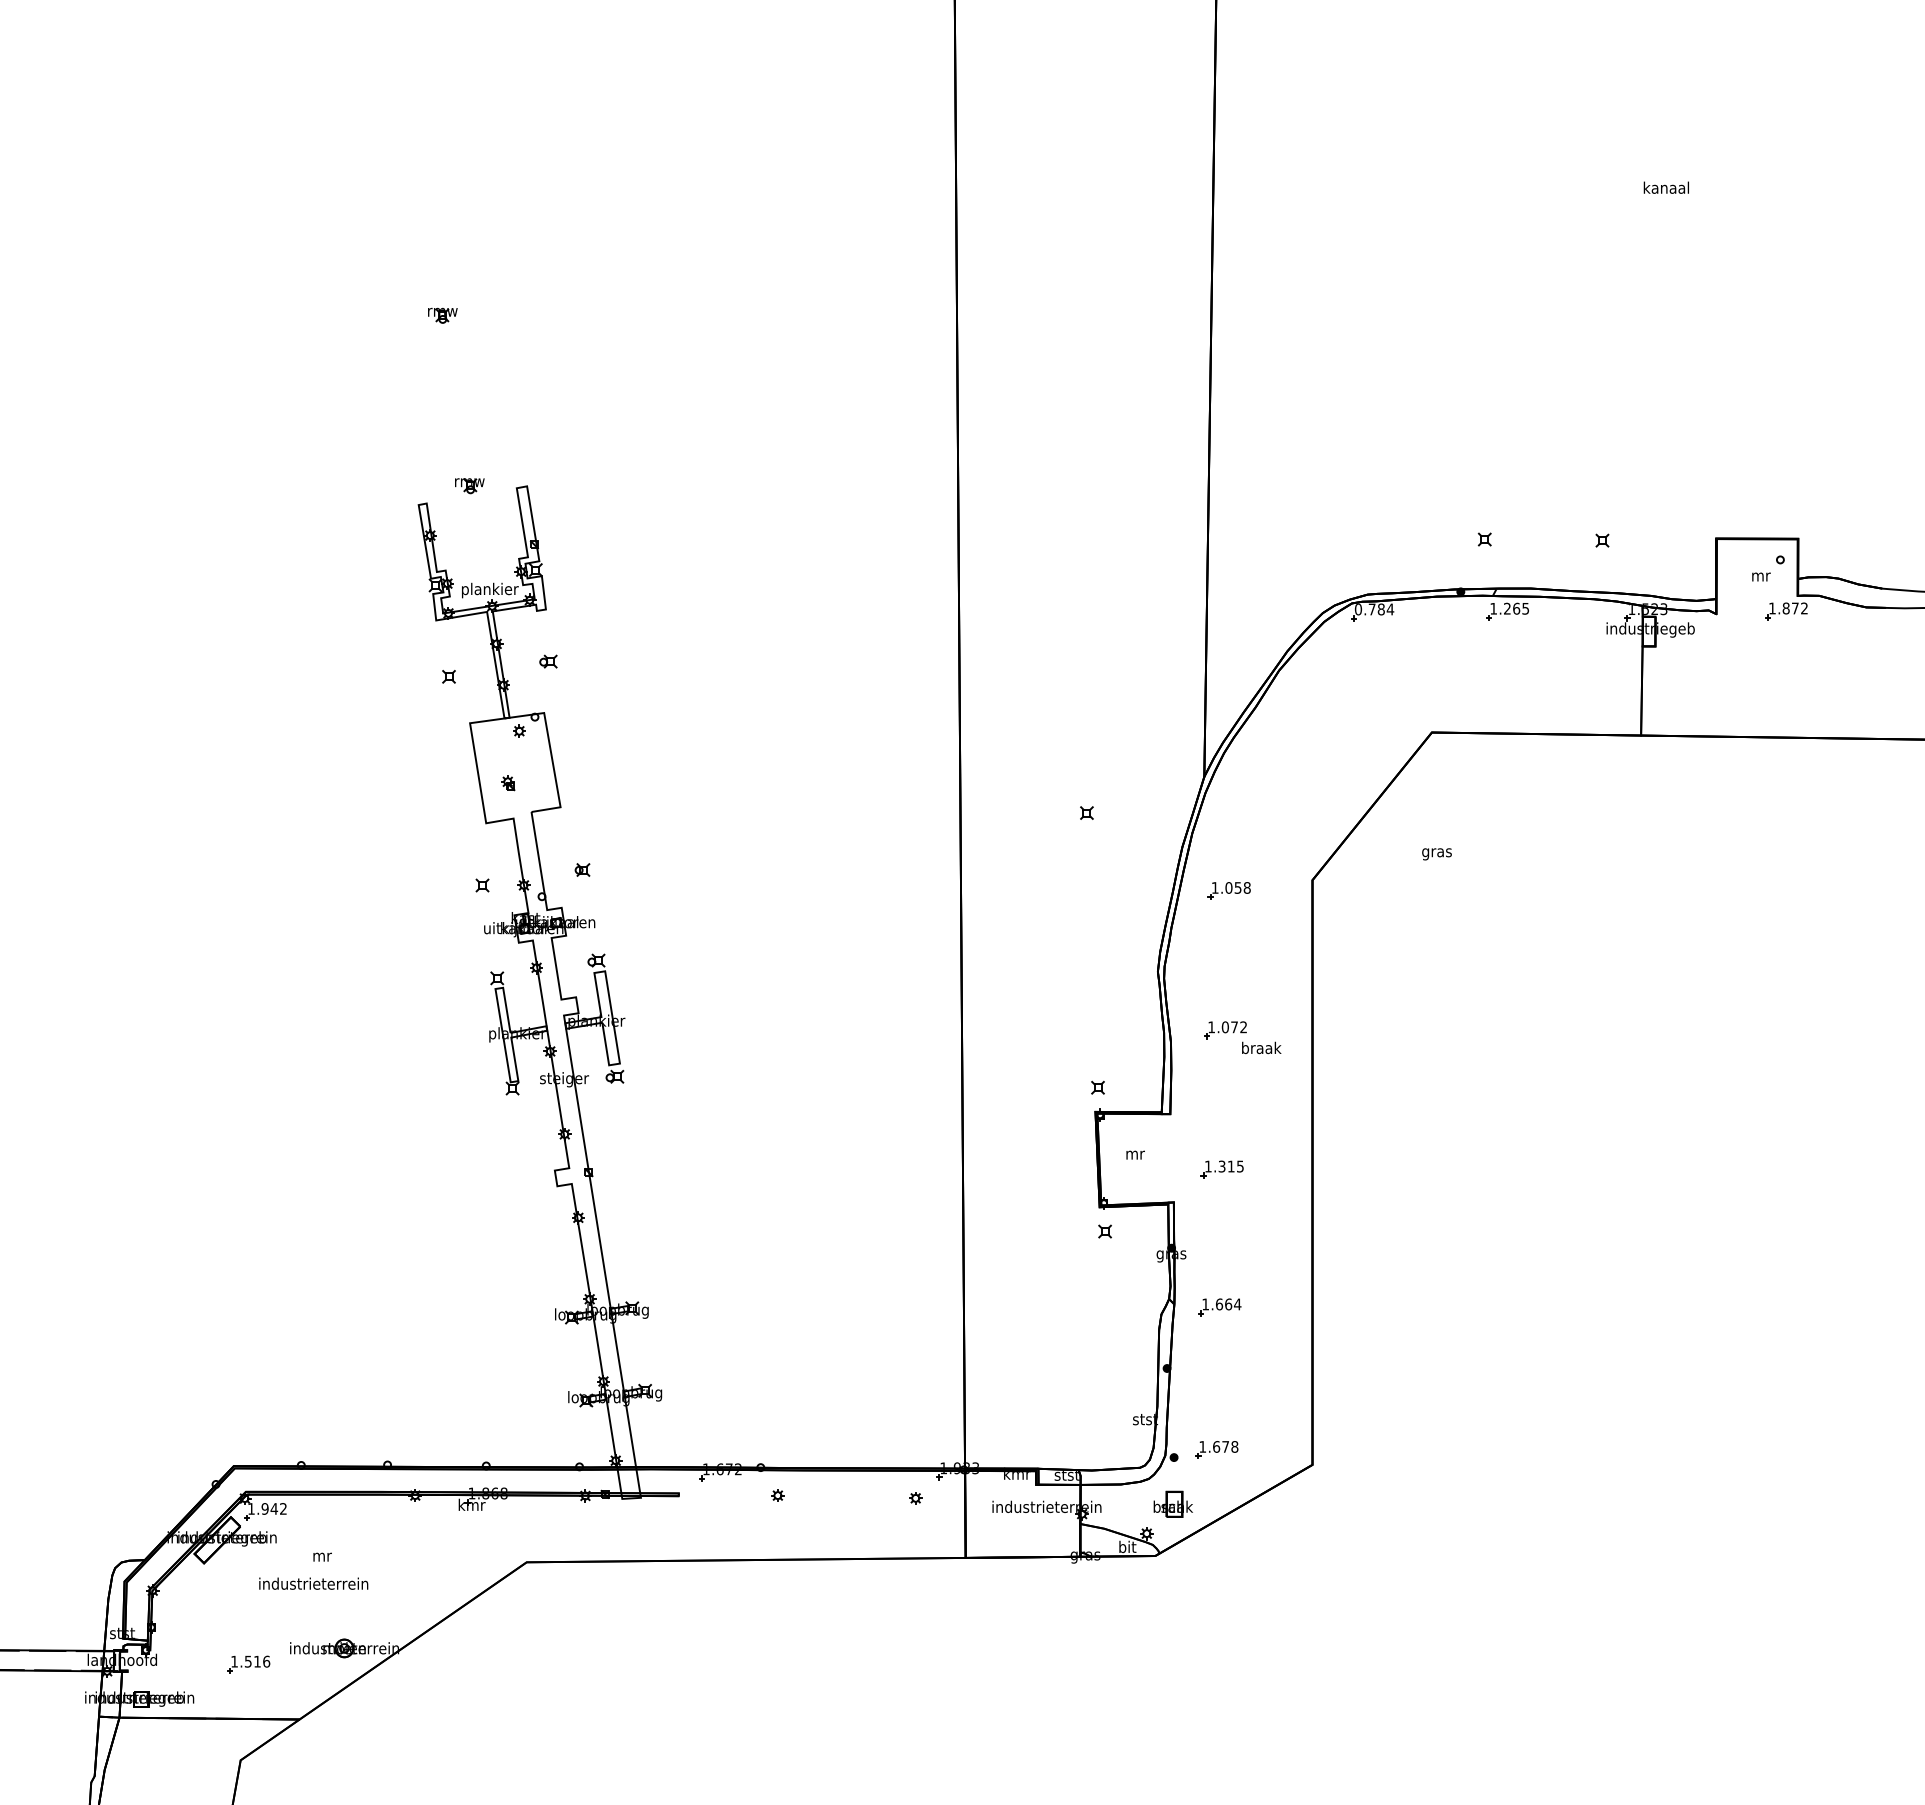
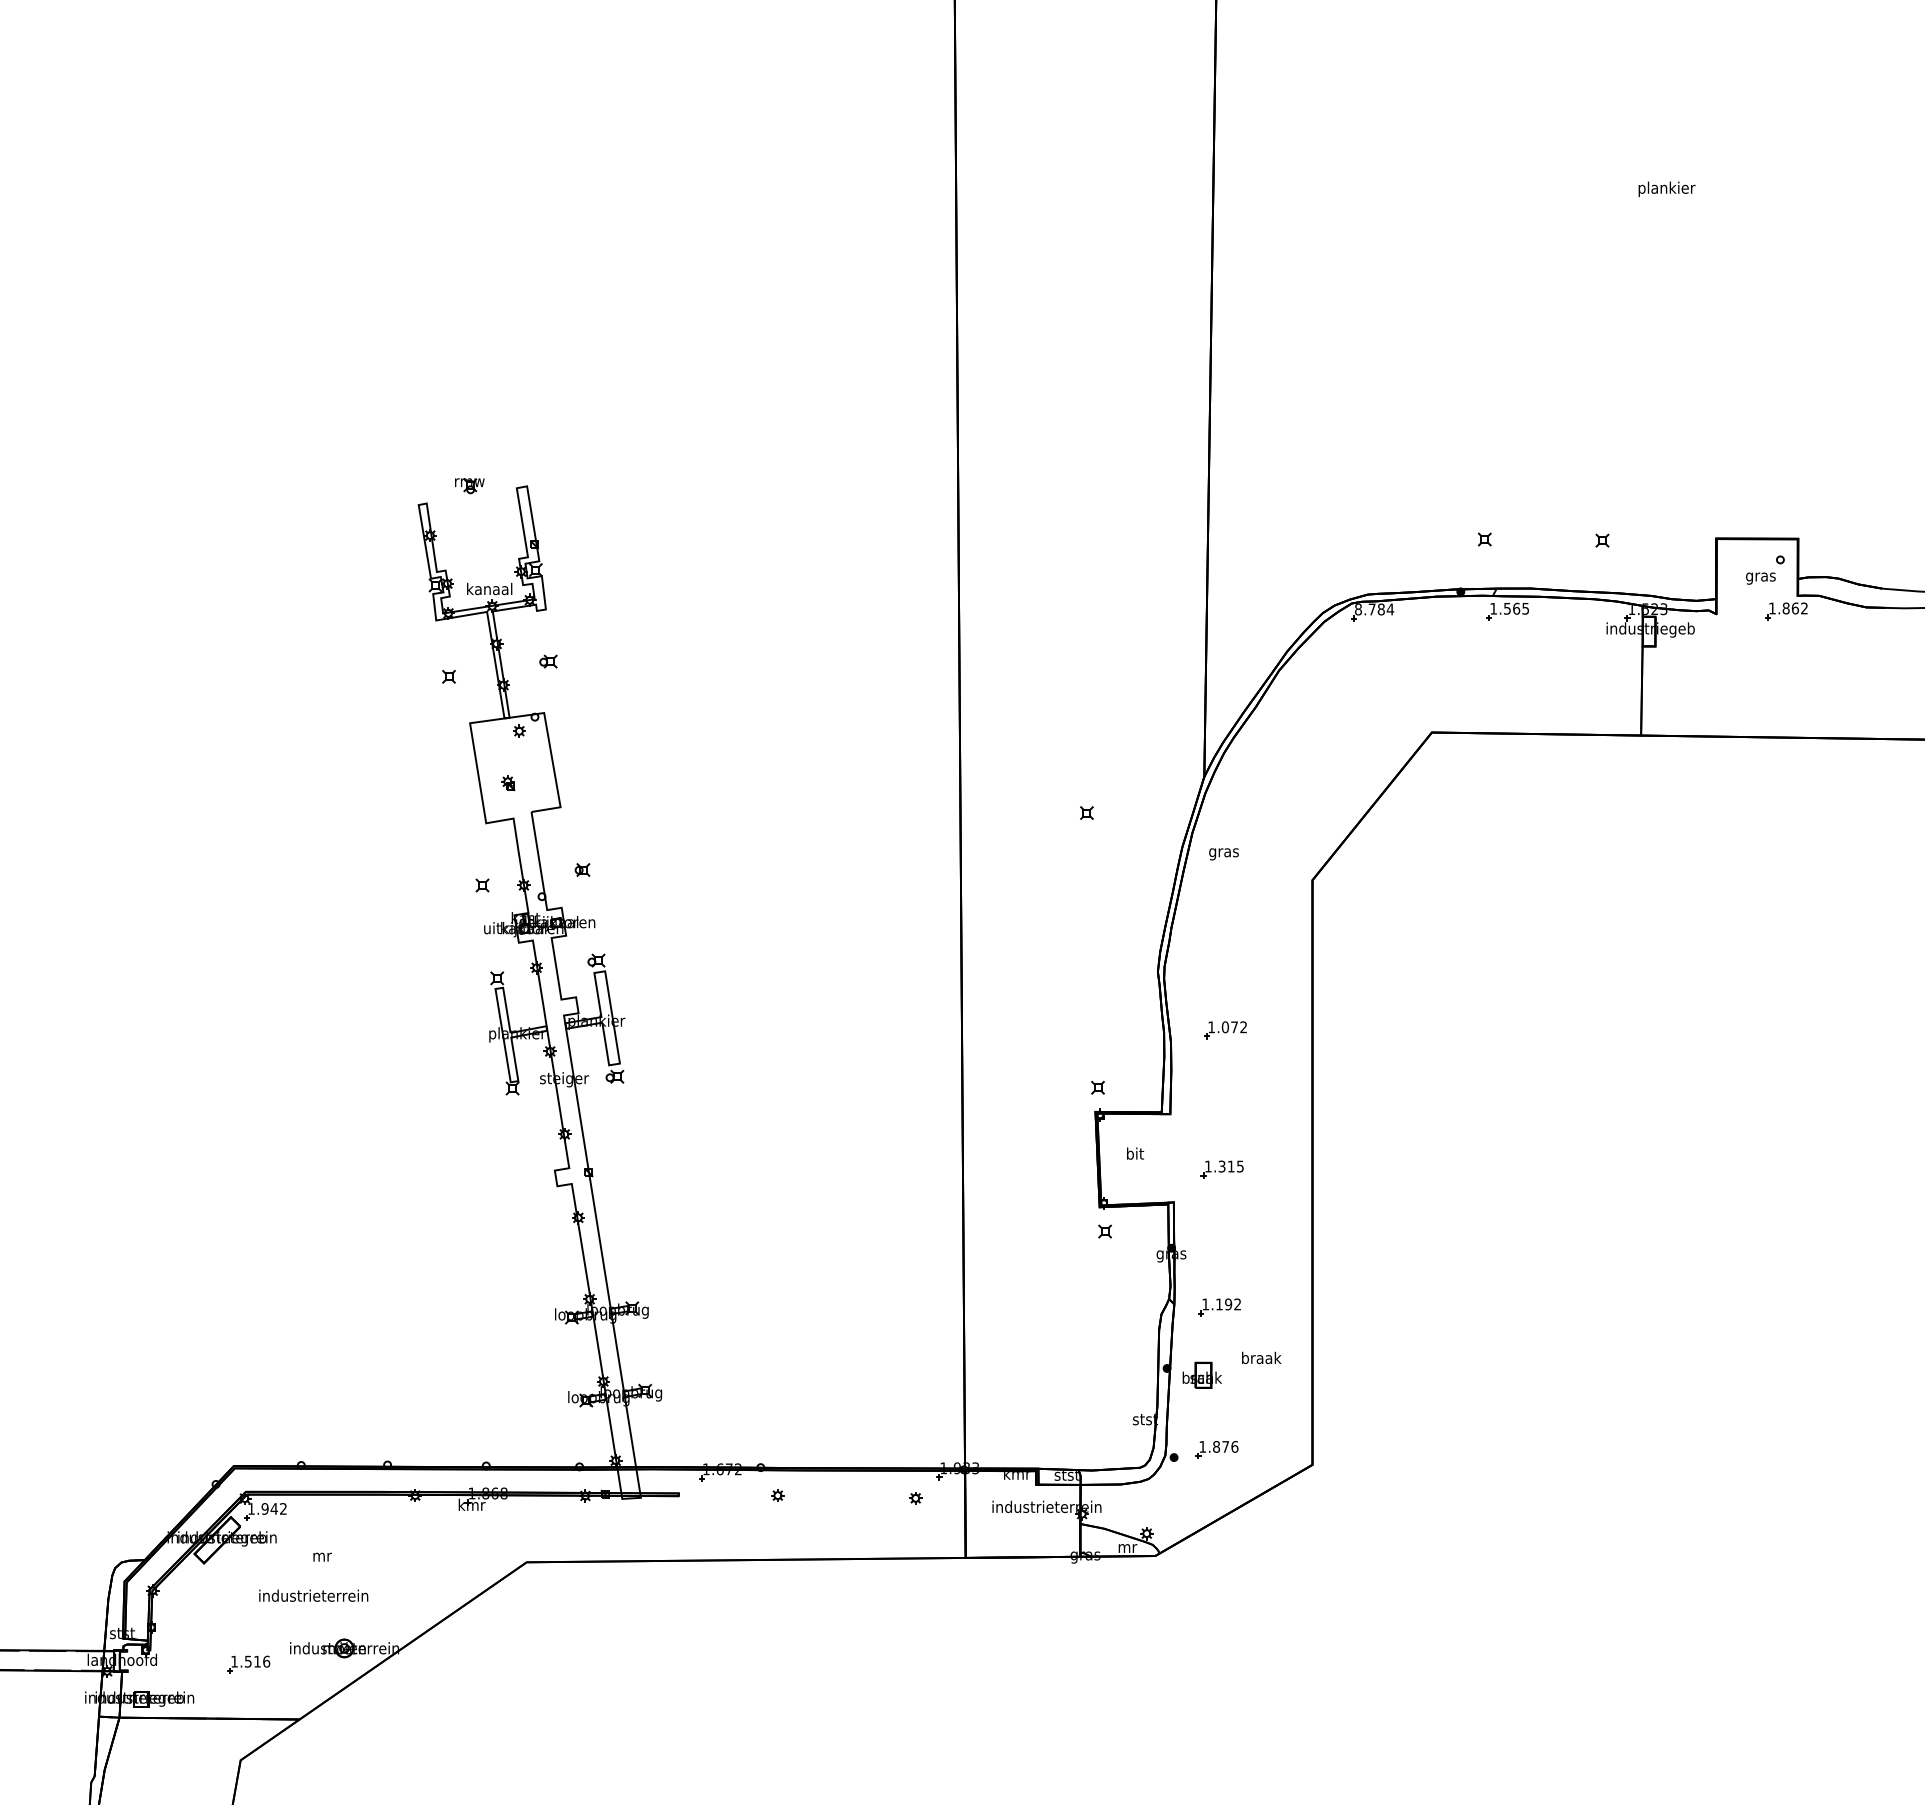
text at (1666, 188): kanaal -> plankier
part at (442, 315): present -> none
text at (1760, 578): mr -> gras
text at (490, 590): plankier -> kanaal
text at (1507, 608): 1.265 -> 1.565
text at (1794, 608): 1.872 -> 1.862
text at (1358, 609): 0.784 -> 8.784
text at (1436, 854) position: (1436, 854) -> (1223, 854)
part at (1228, 890): present -> none
text at (1261, 1047) position: (1261, 1047) -> (1261, 1357)
text at (1135, 1153): mr -> bit
text at (1228, 1304): 1.664 -> 1.192
text at (1225, 1446): 1.678 -> 1.876
part at (1172, 1503) position: (1172, 1503) -> (1201, 1374)
text at (1127, 1546): bit -> mr
text at (313, 1583) position: (313, 1583) -> (313, 1595)
